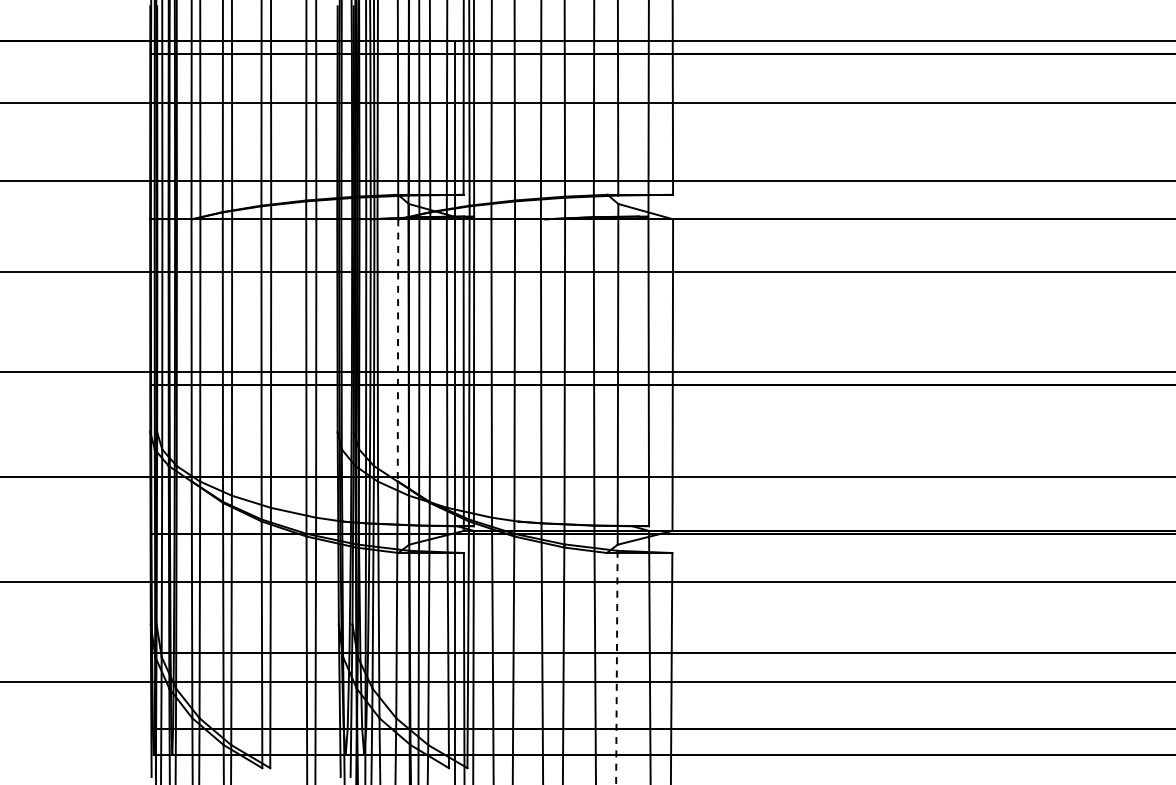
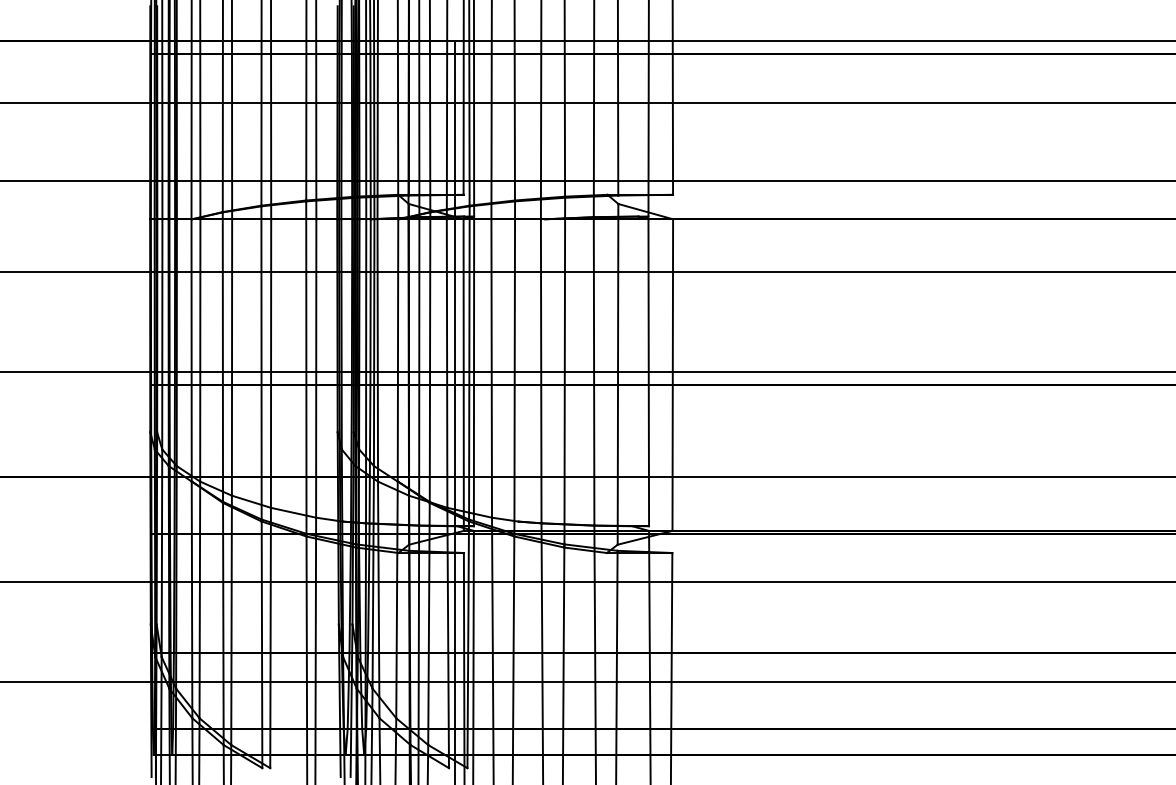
line at (398, 350): dashed -> solid
line at (616, 667): dashed -> solid
